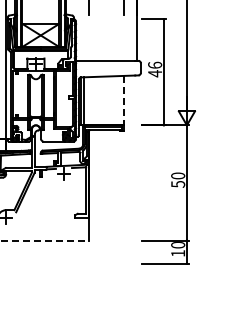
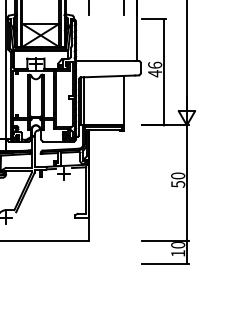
line at (123, 100): dashed -> solid
line at (45, 240): dashed -> solid
